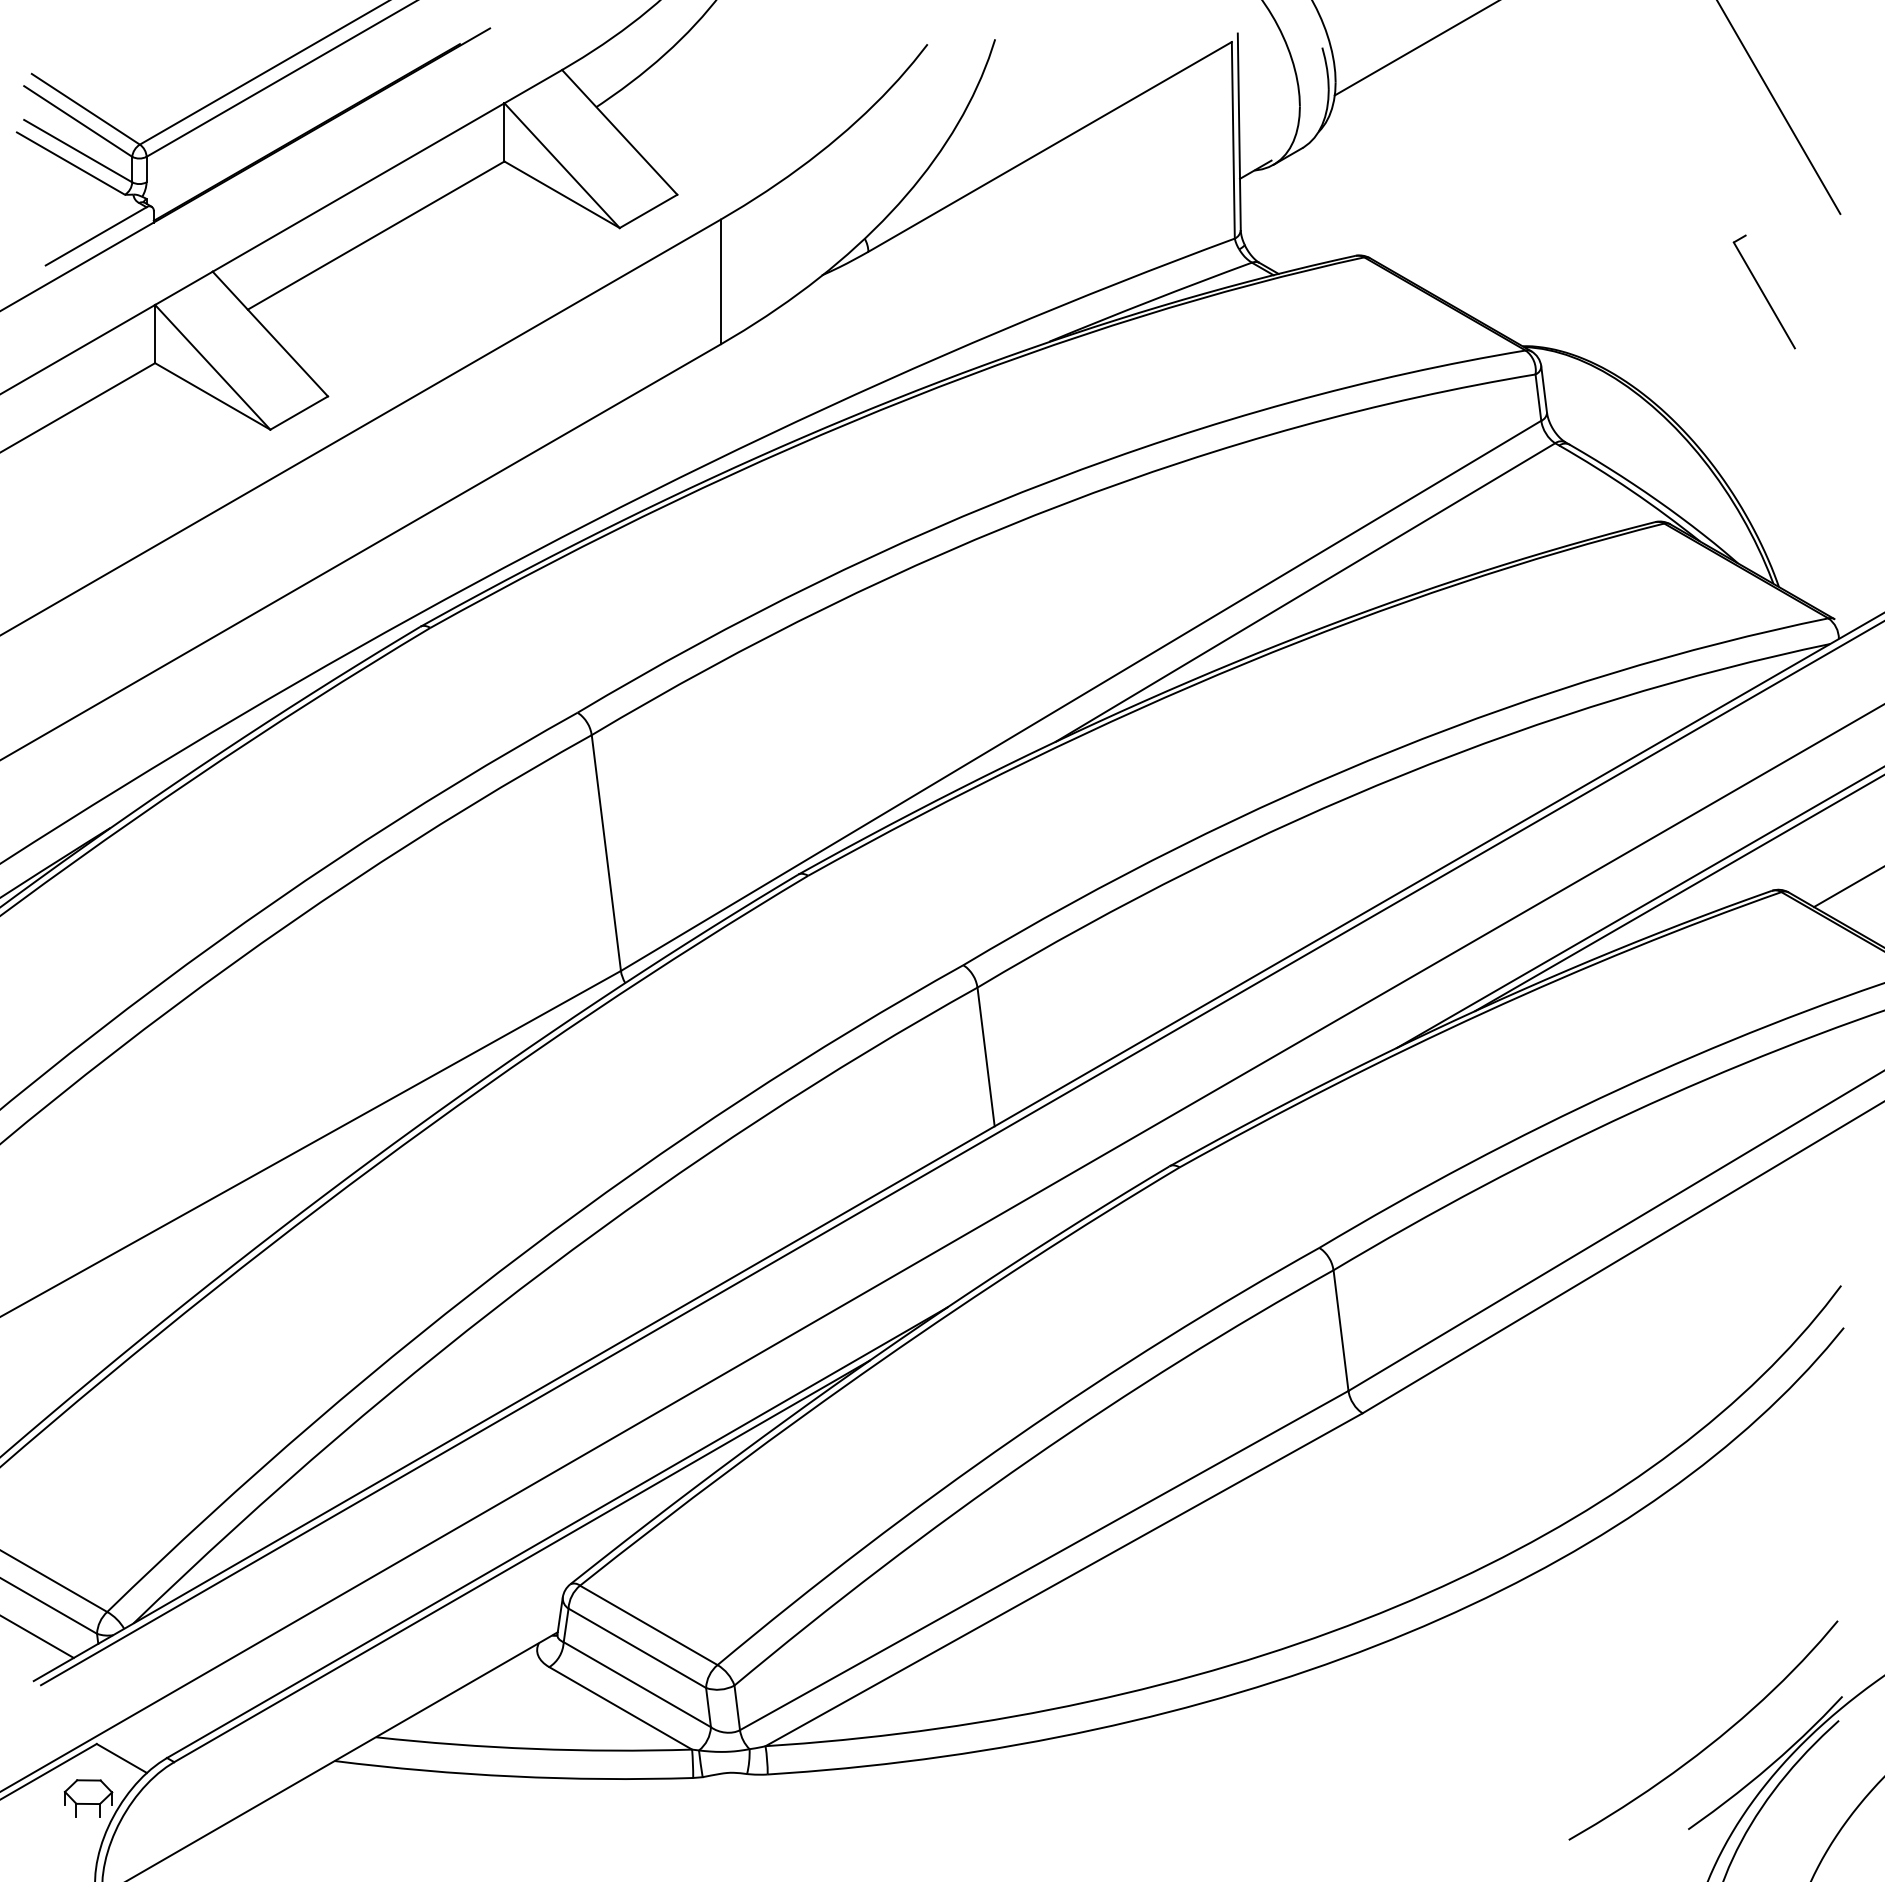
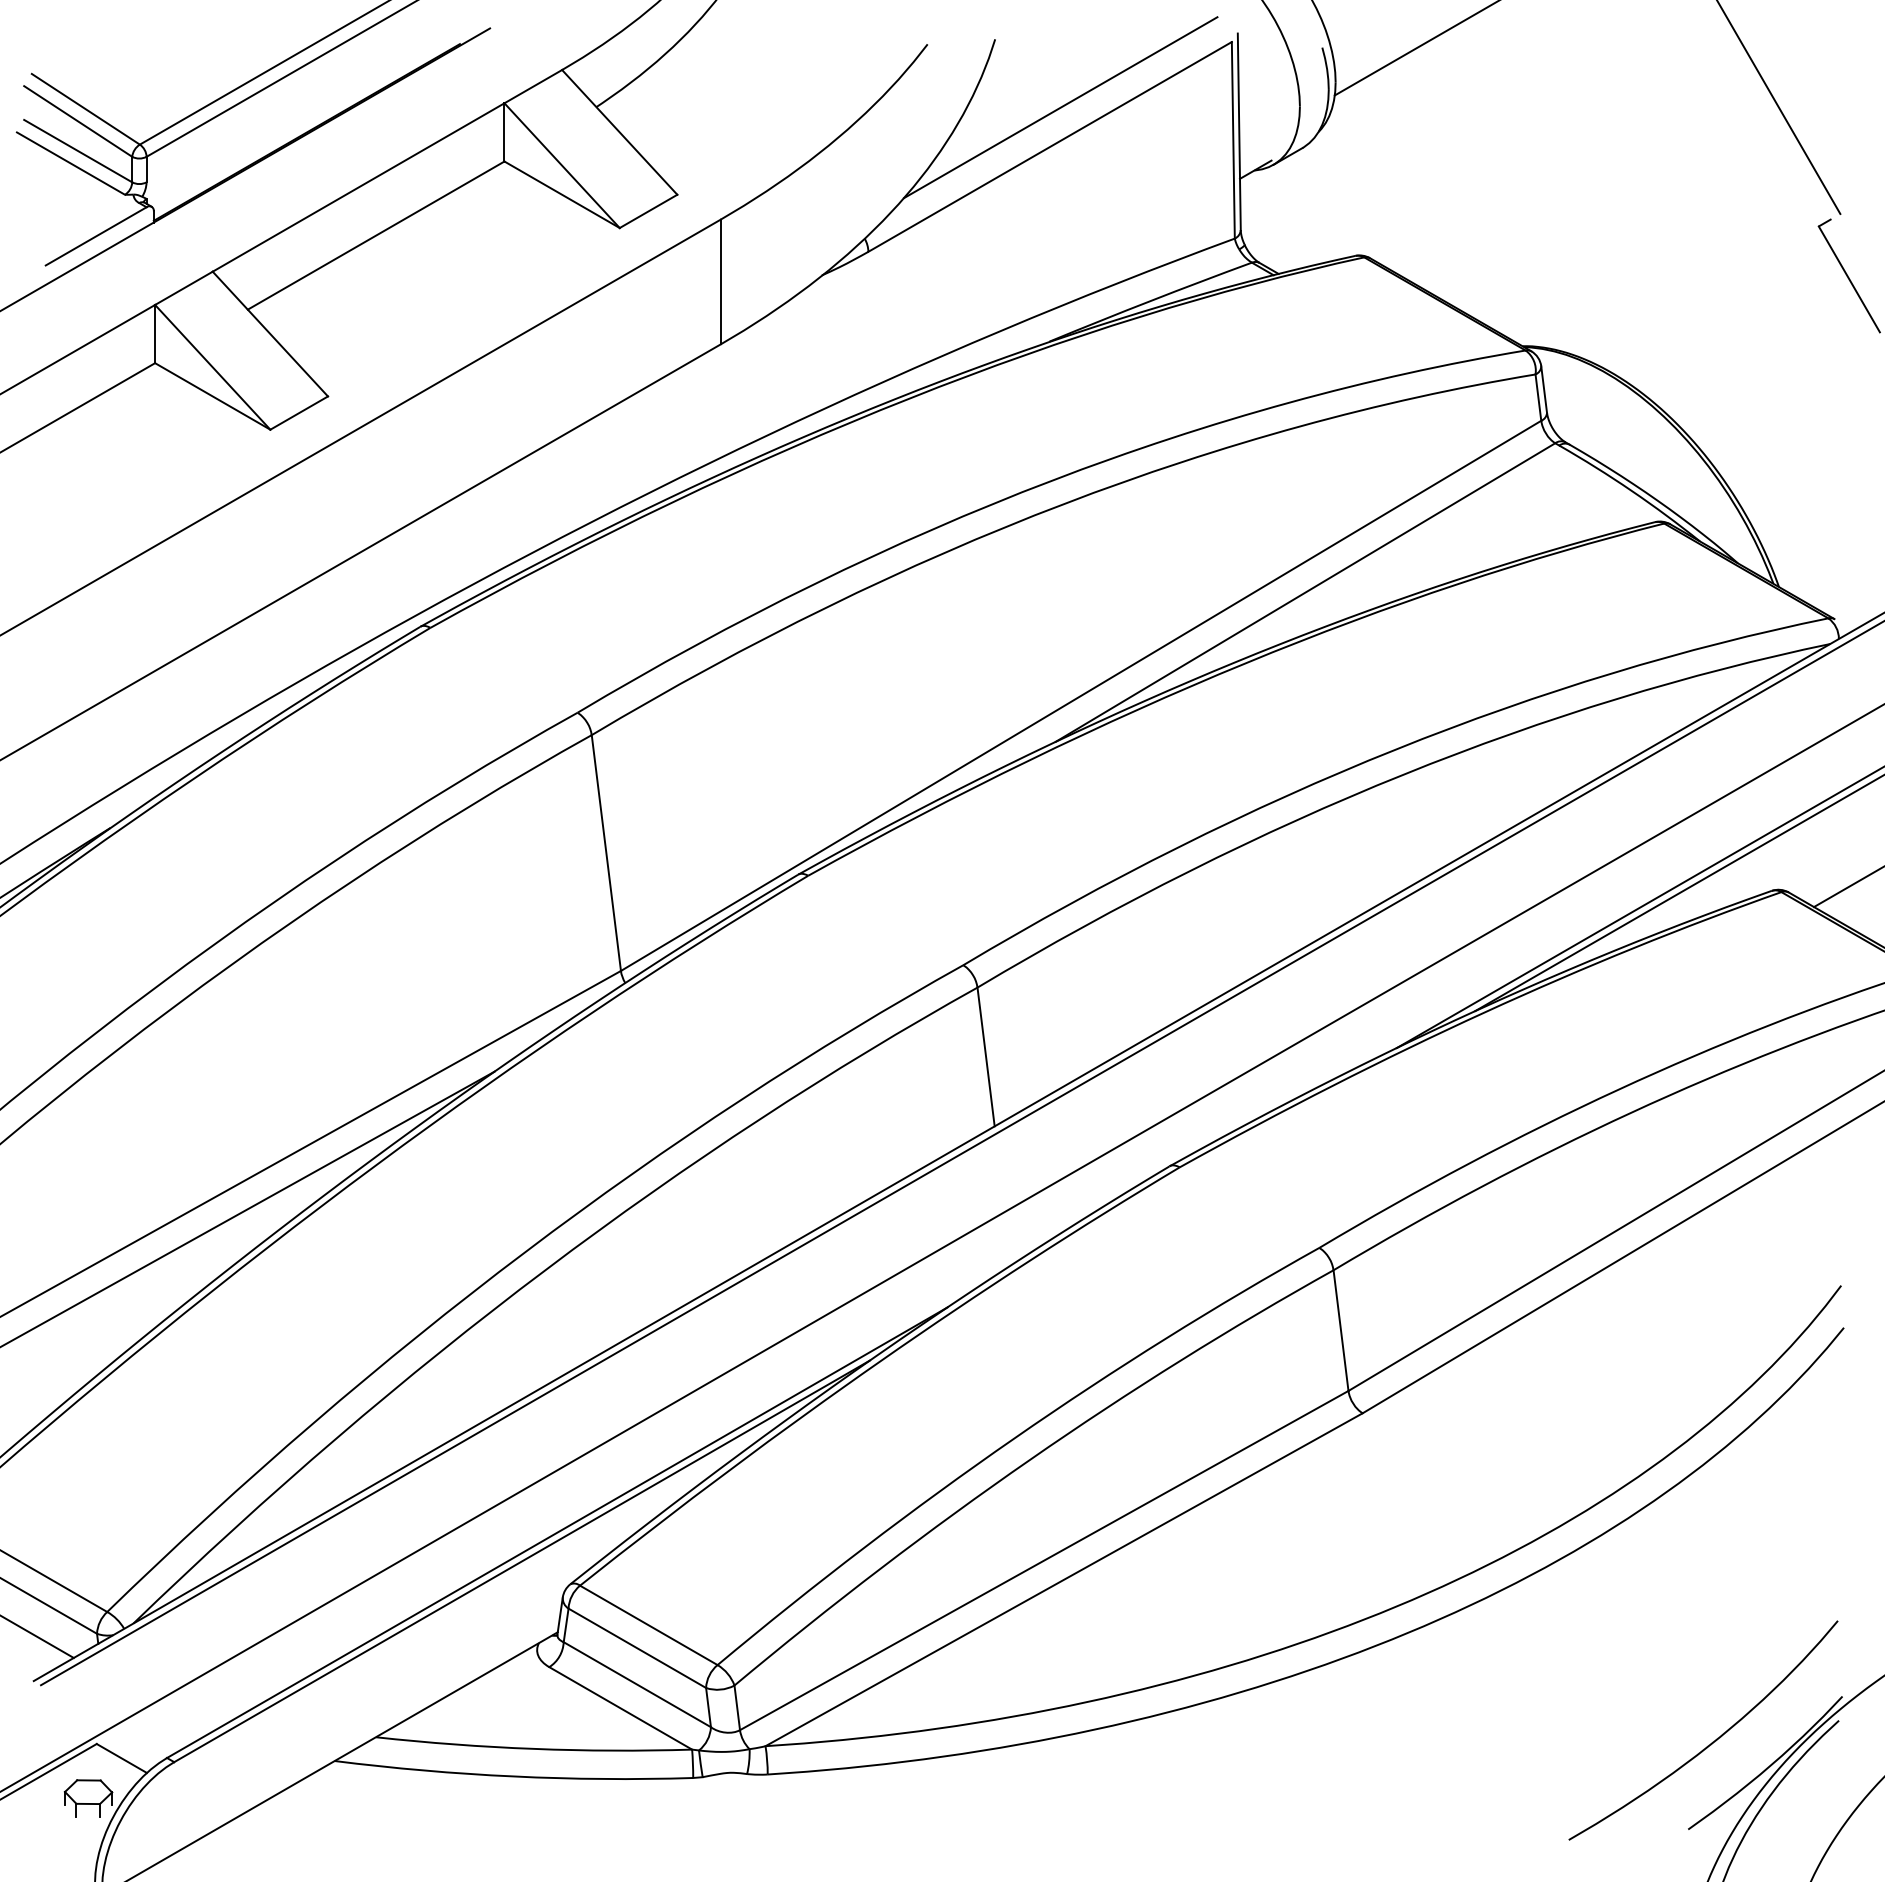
line at (1060, 107): none -> present
part at (1763, 291) position: (1763, 291) -> (1848, 275)
line at (248, 1208): none -> present
